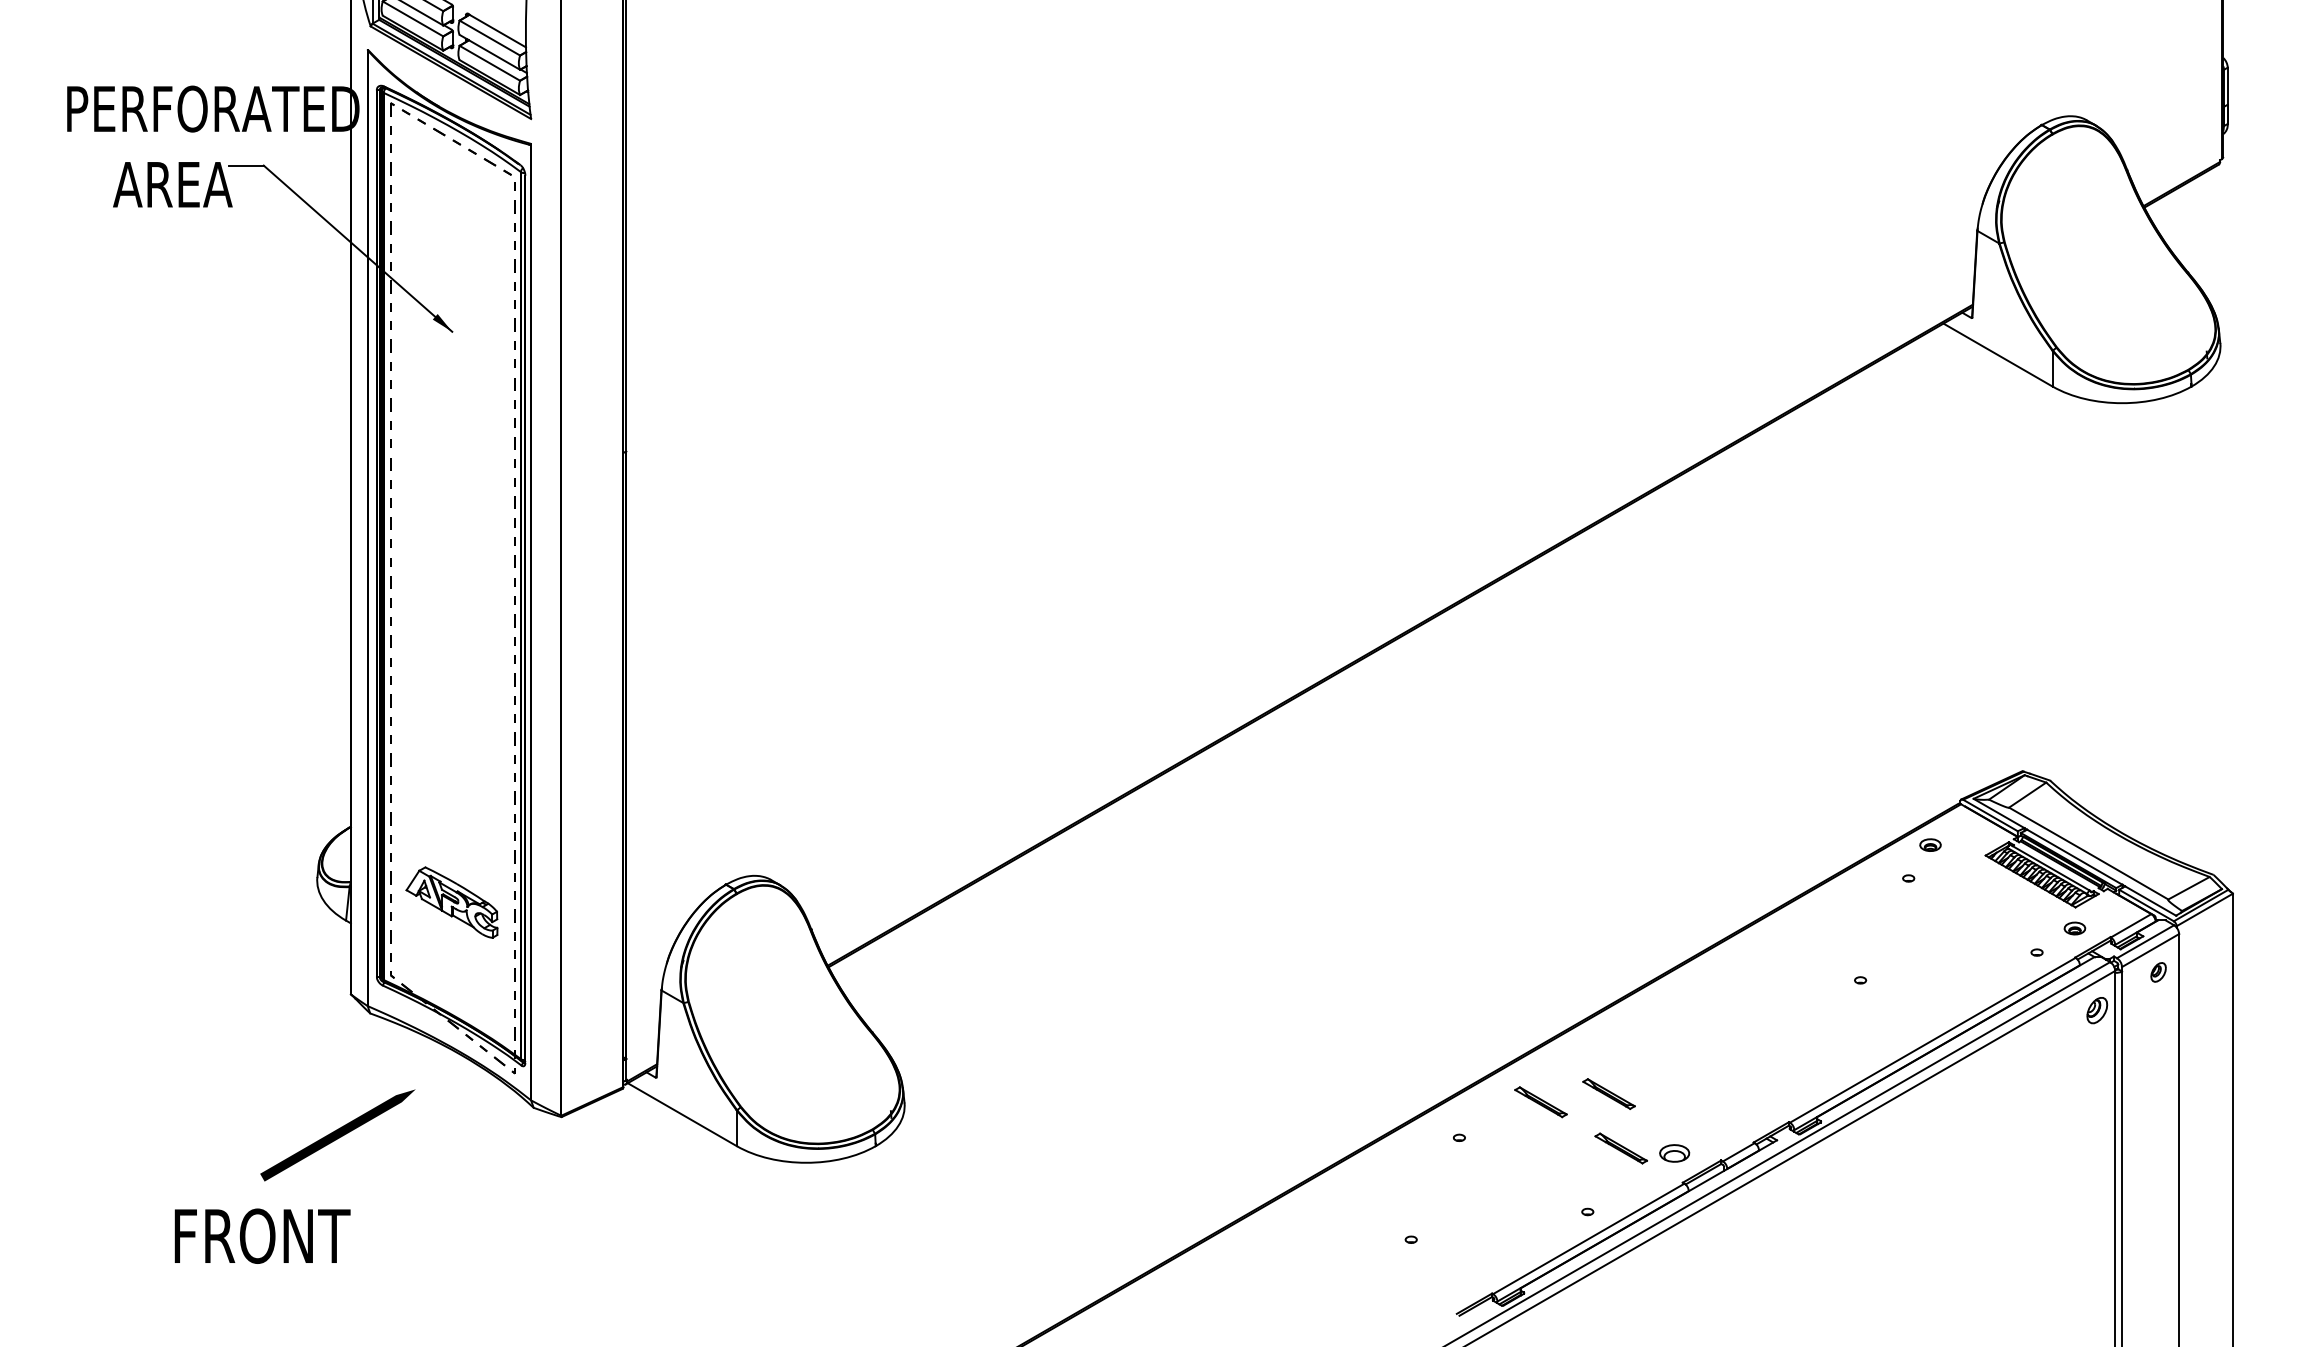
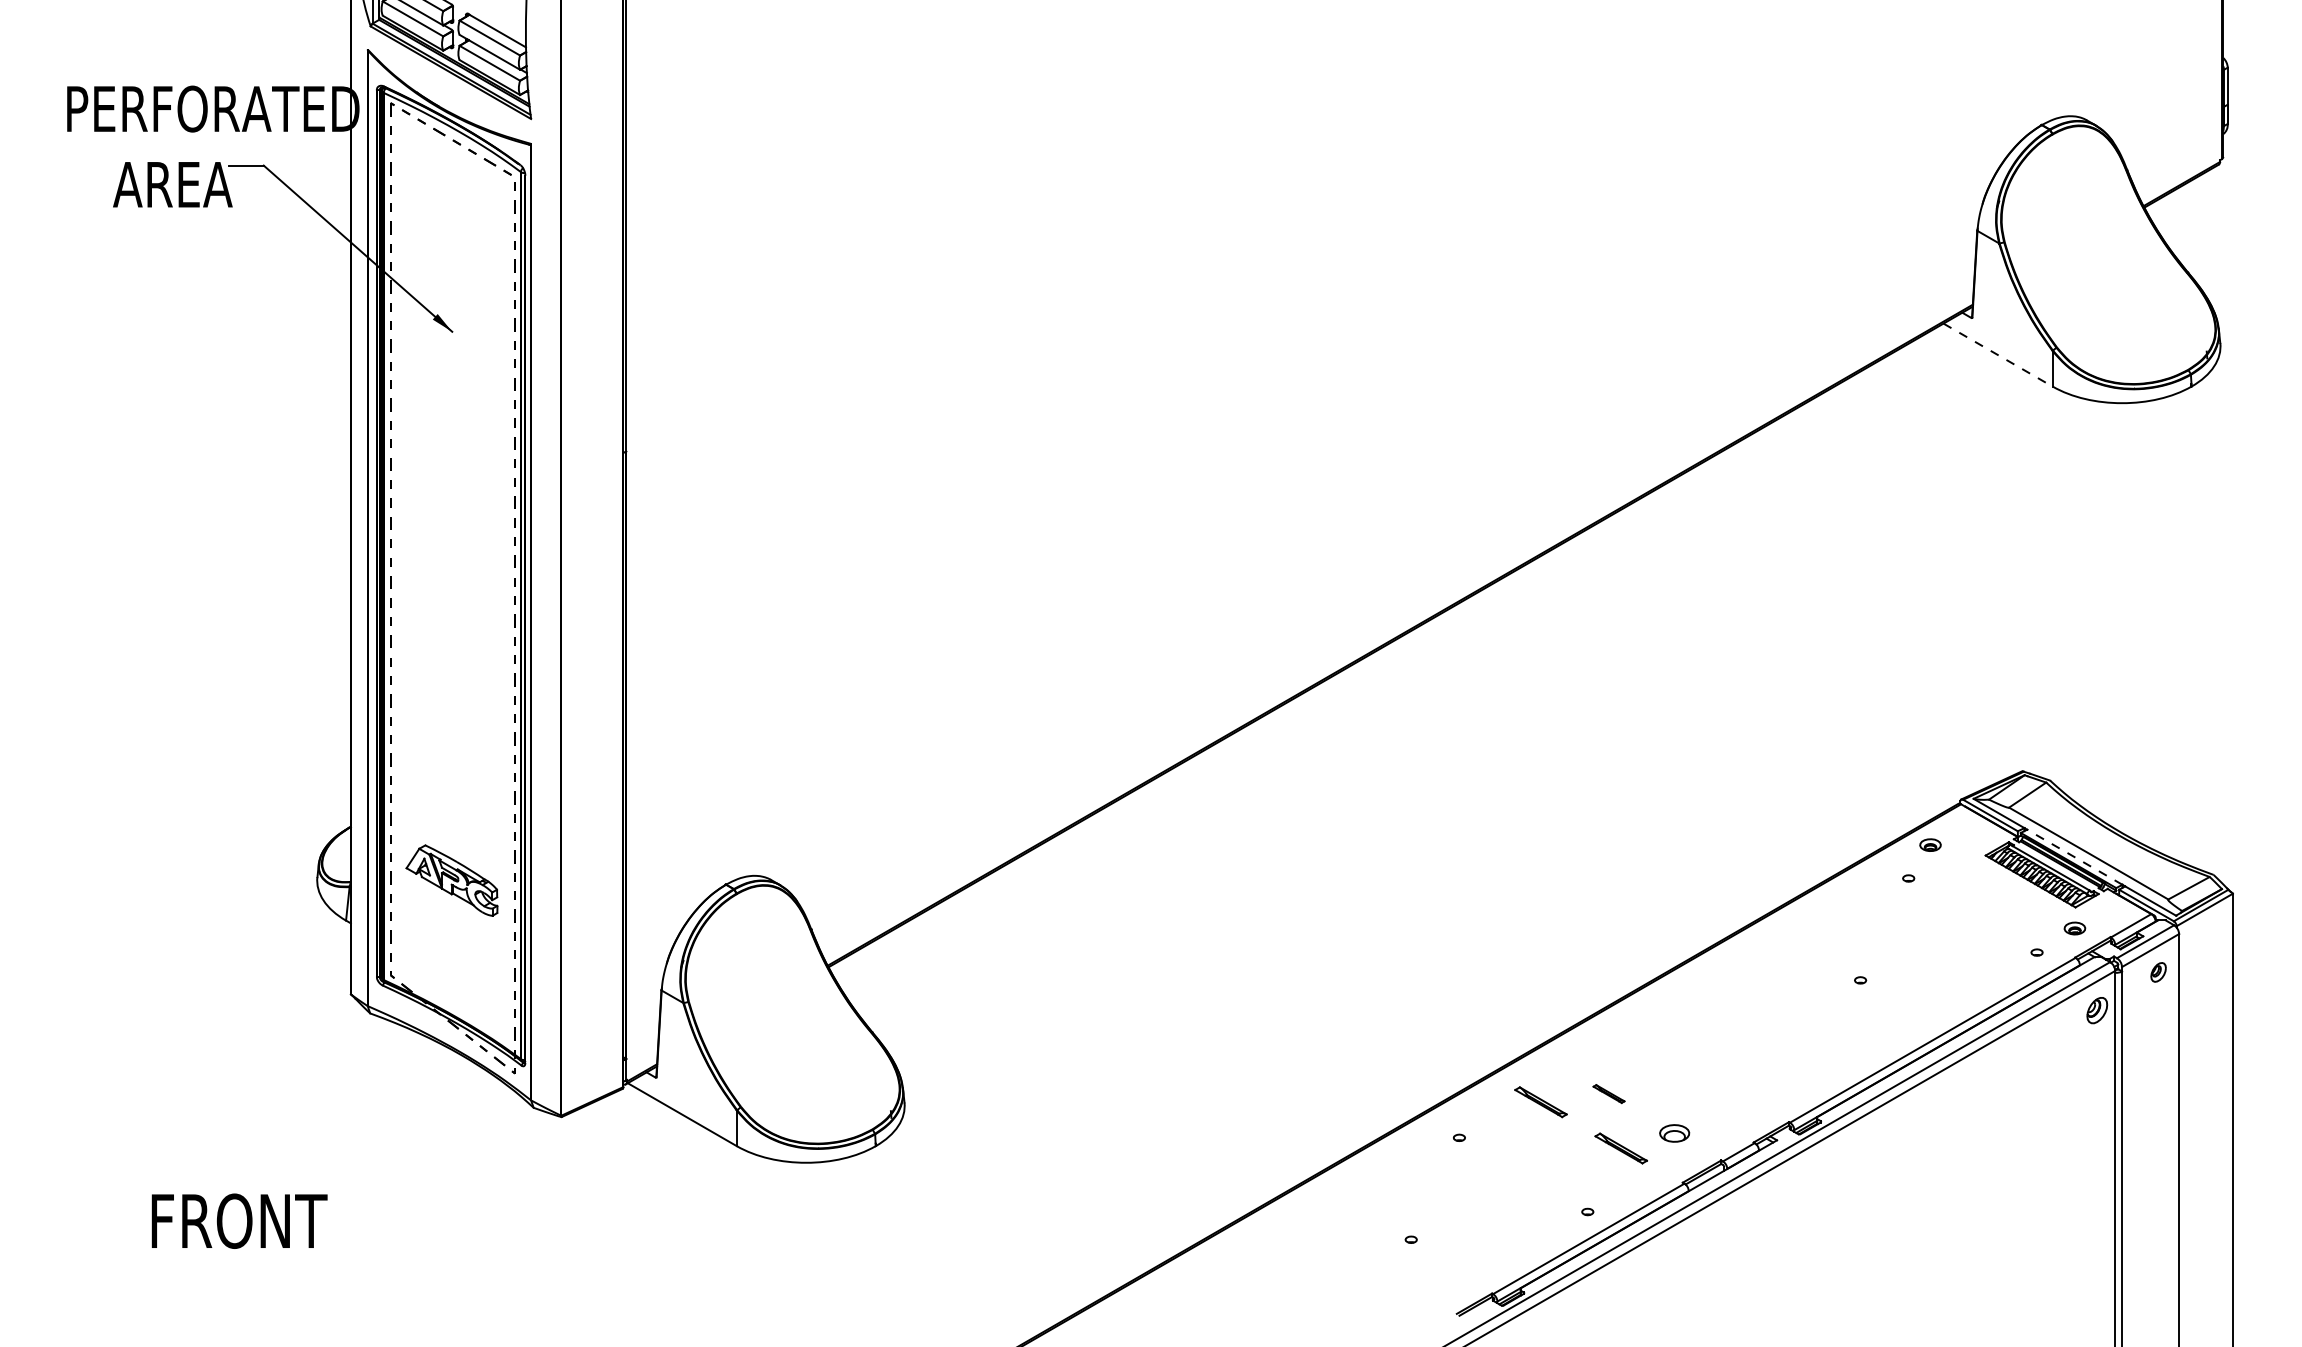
line at (1998, 355): solid -> dashed
line at (2074, 857): solid -> dashed
part at (451, 902) position: (451, 902) -> (451, 880)
part at (1608, 1093) size: 54x32 px -> 34x20 px
line at (337, 1135): present -> none
part at (1674, 1153) position: (1674, 1153) -> (1674, 1133)
text at (262, 1235) position: (262, 1235) -> (239, 1220)
